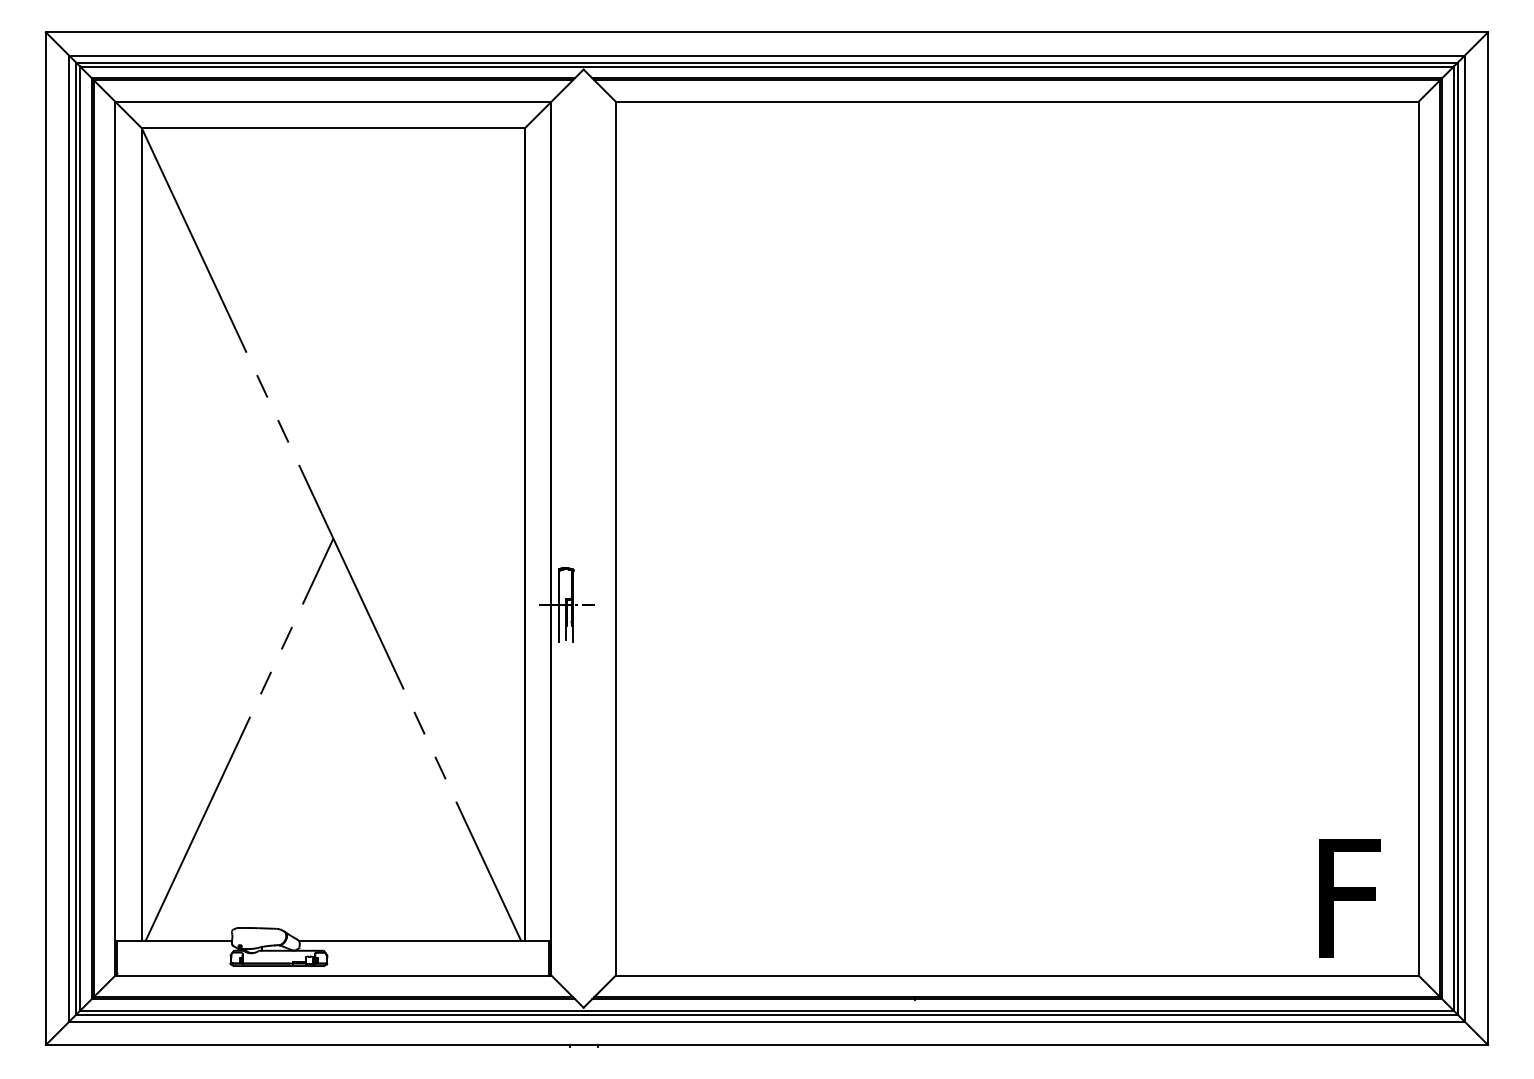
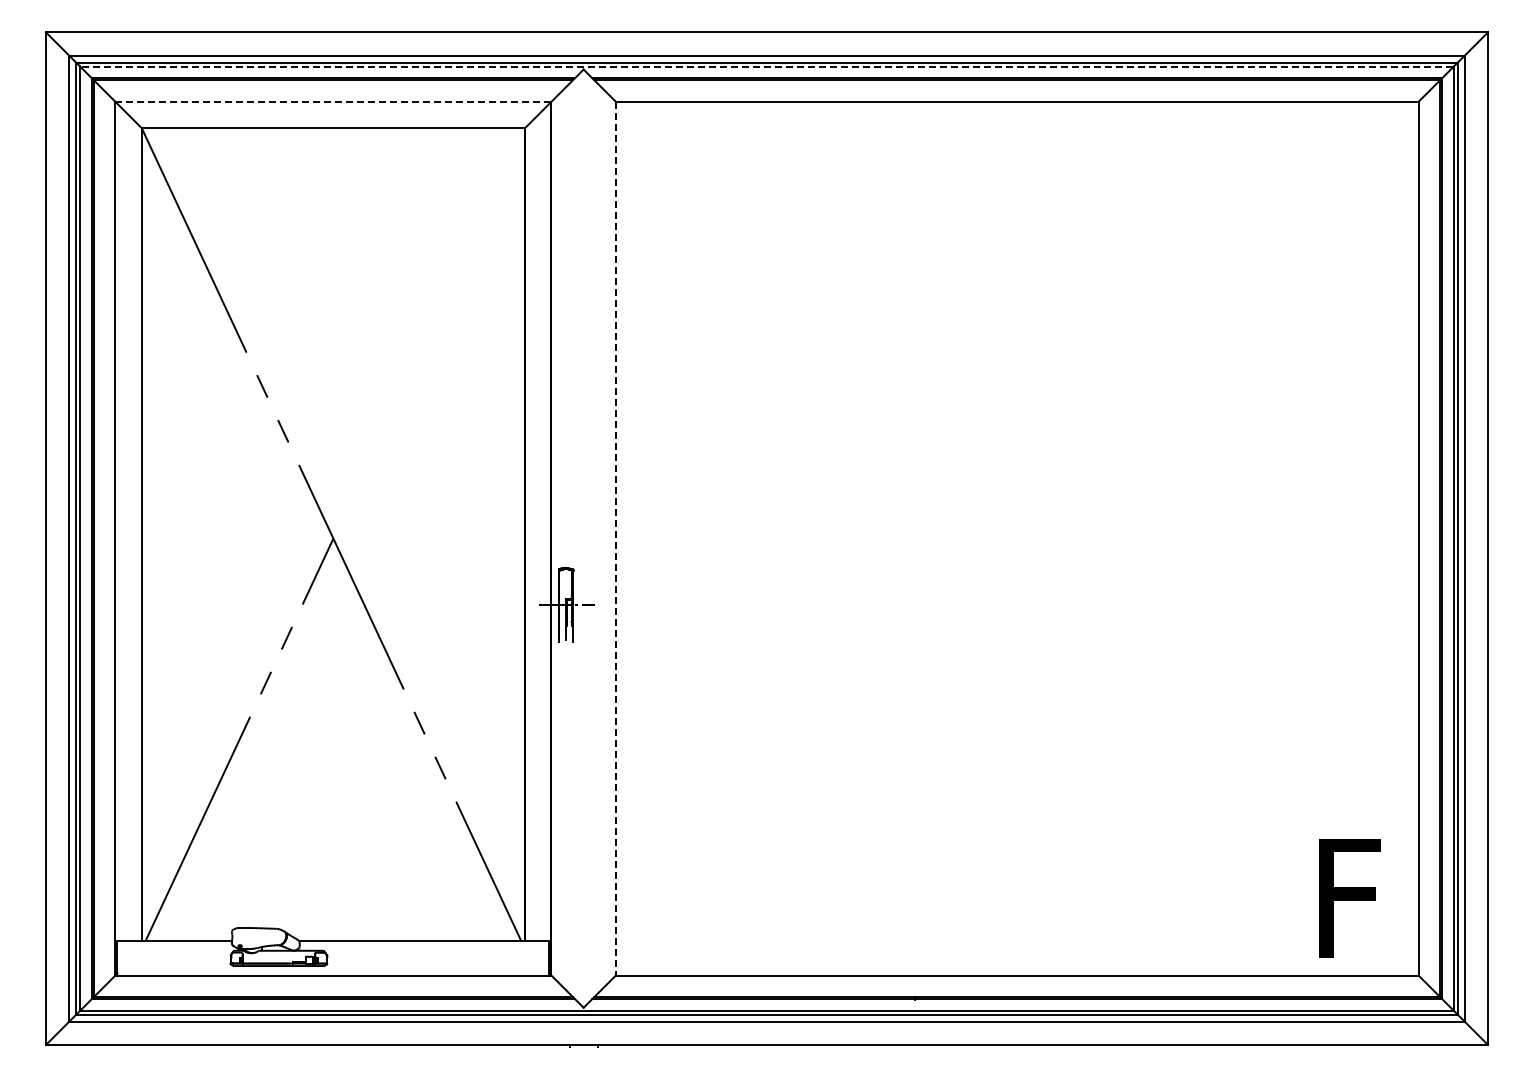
line at (766, 67): solid -> dashed
line at (332, 101): solid -> dashed
line at (615, 538): solid -> dashed
